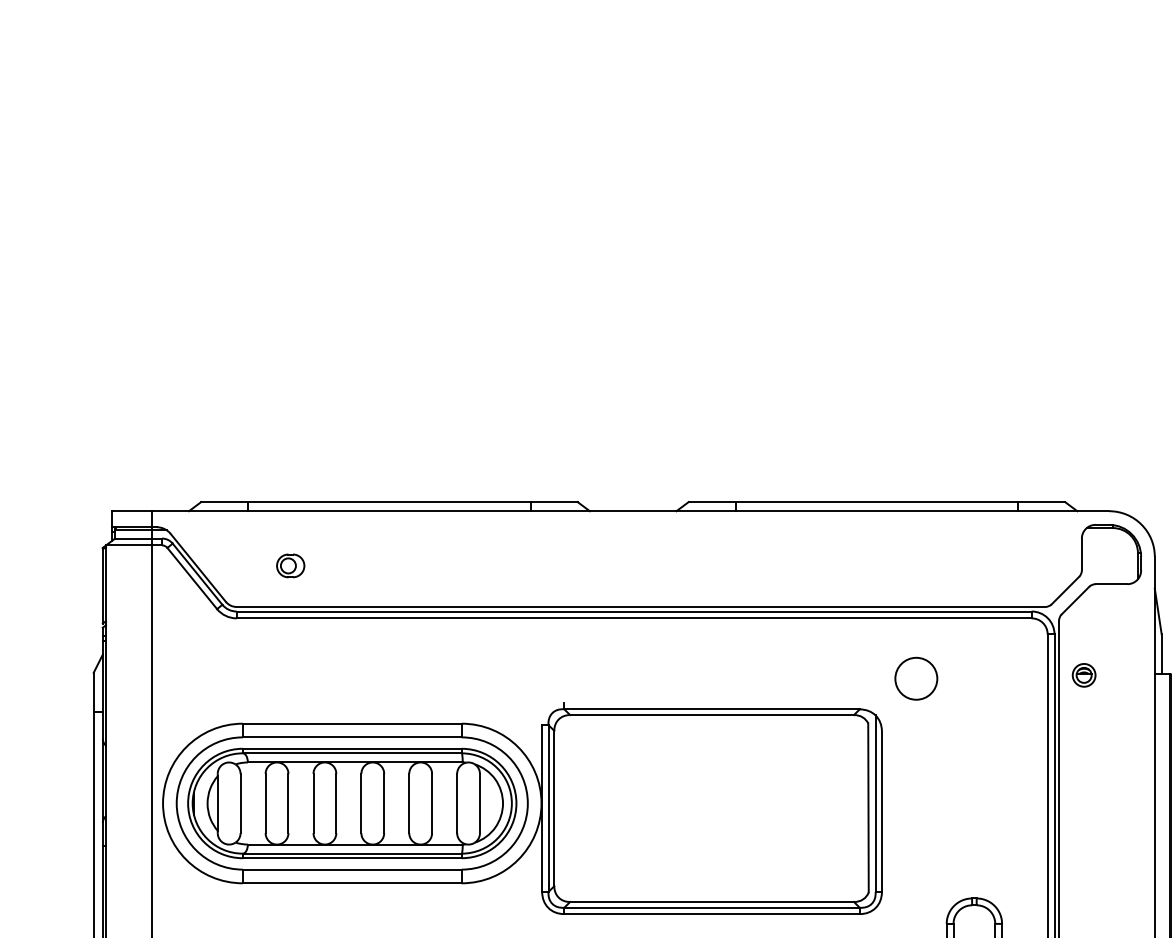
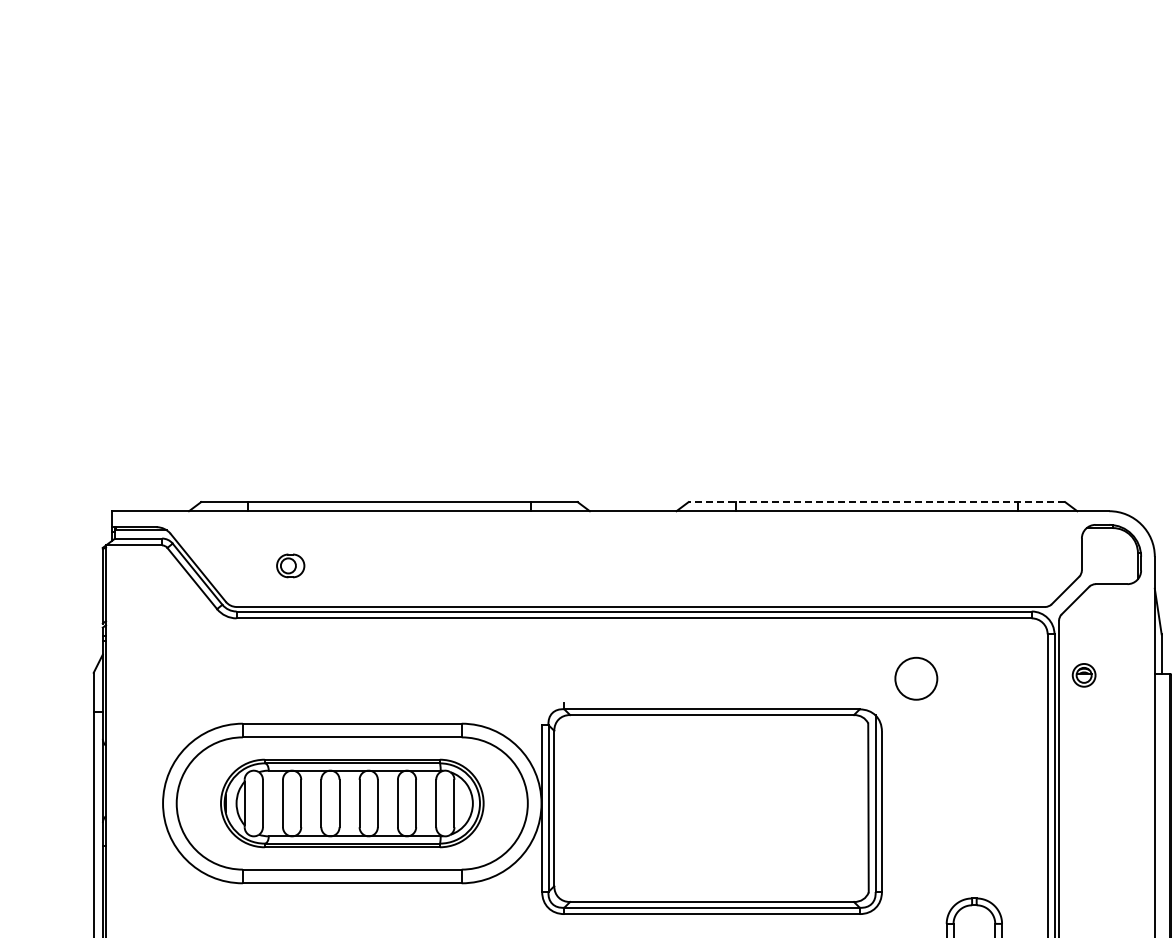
line at (876, 502): solid -> dashed
line at (151, 722): present -> none
part at (352, 803) size: 331x113 px -> 265x91 px
